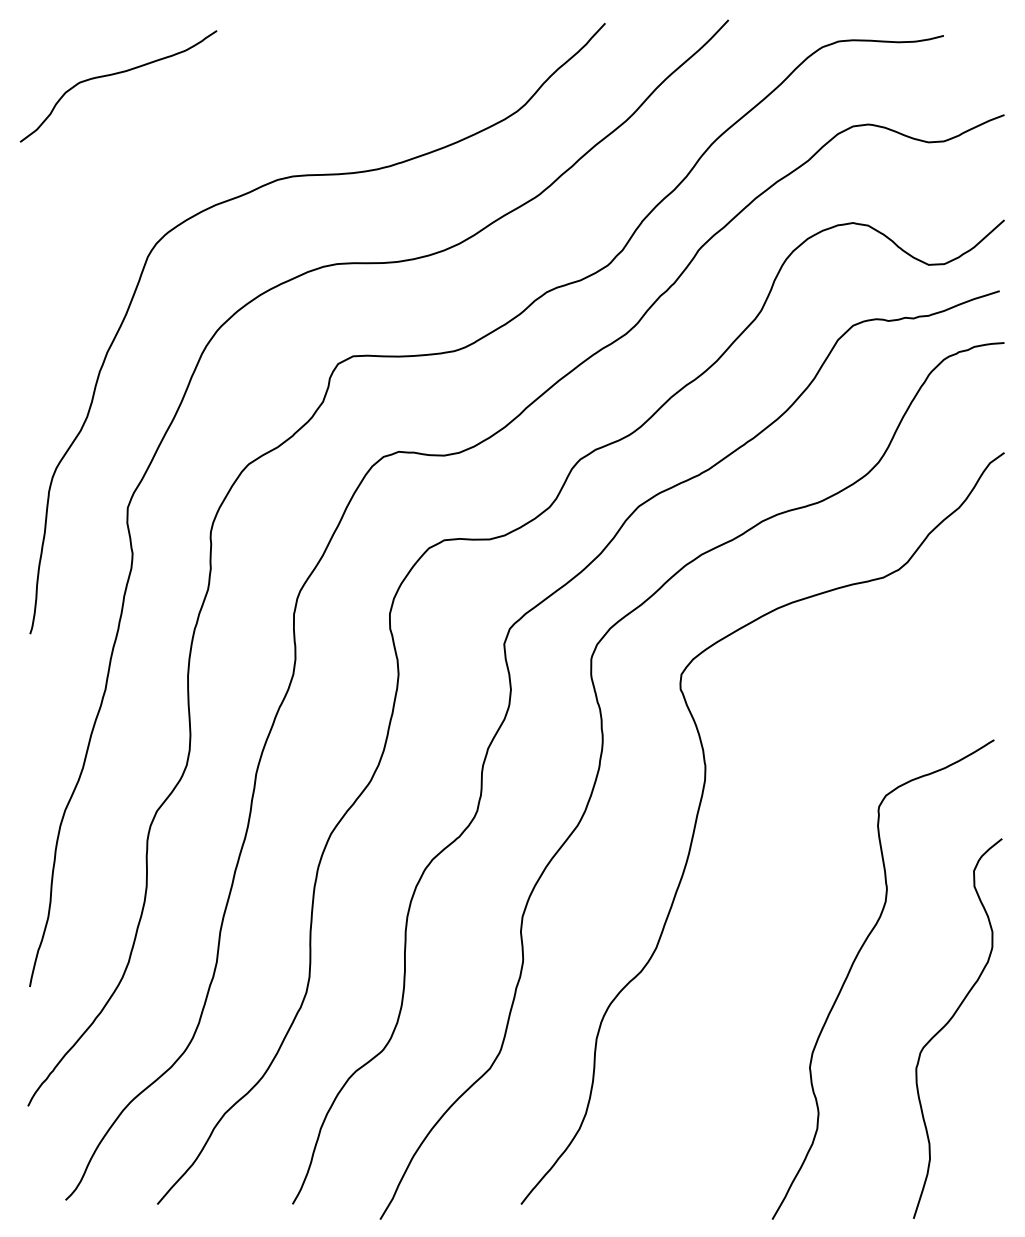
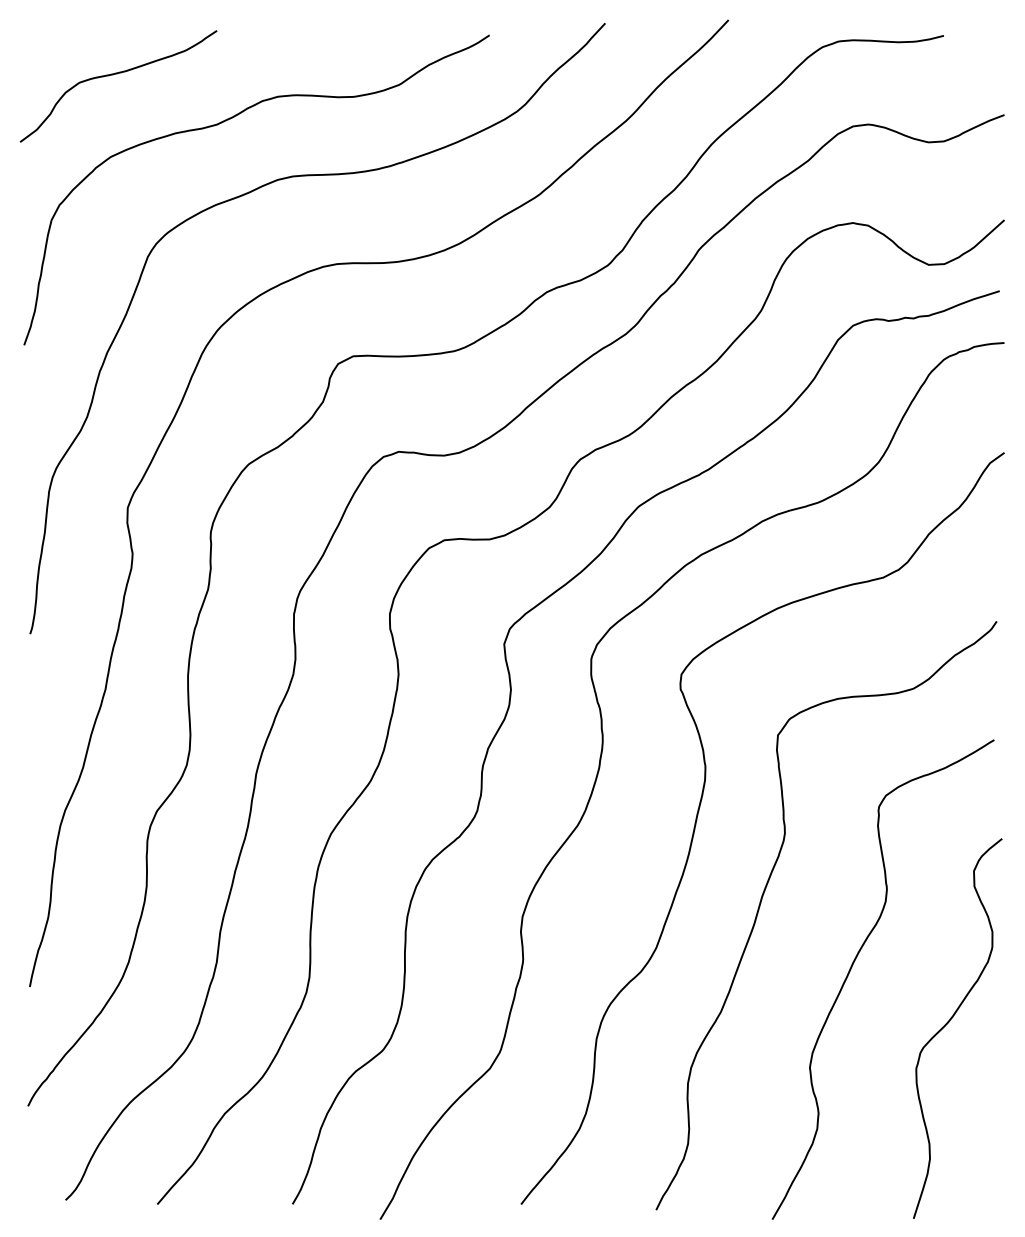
curve at (224, 122): none -> present
curve at (765, 891): none -> present
